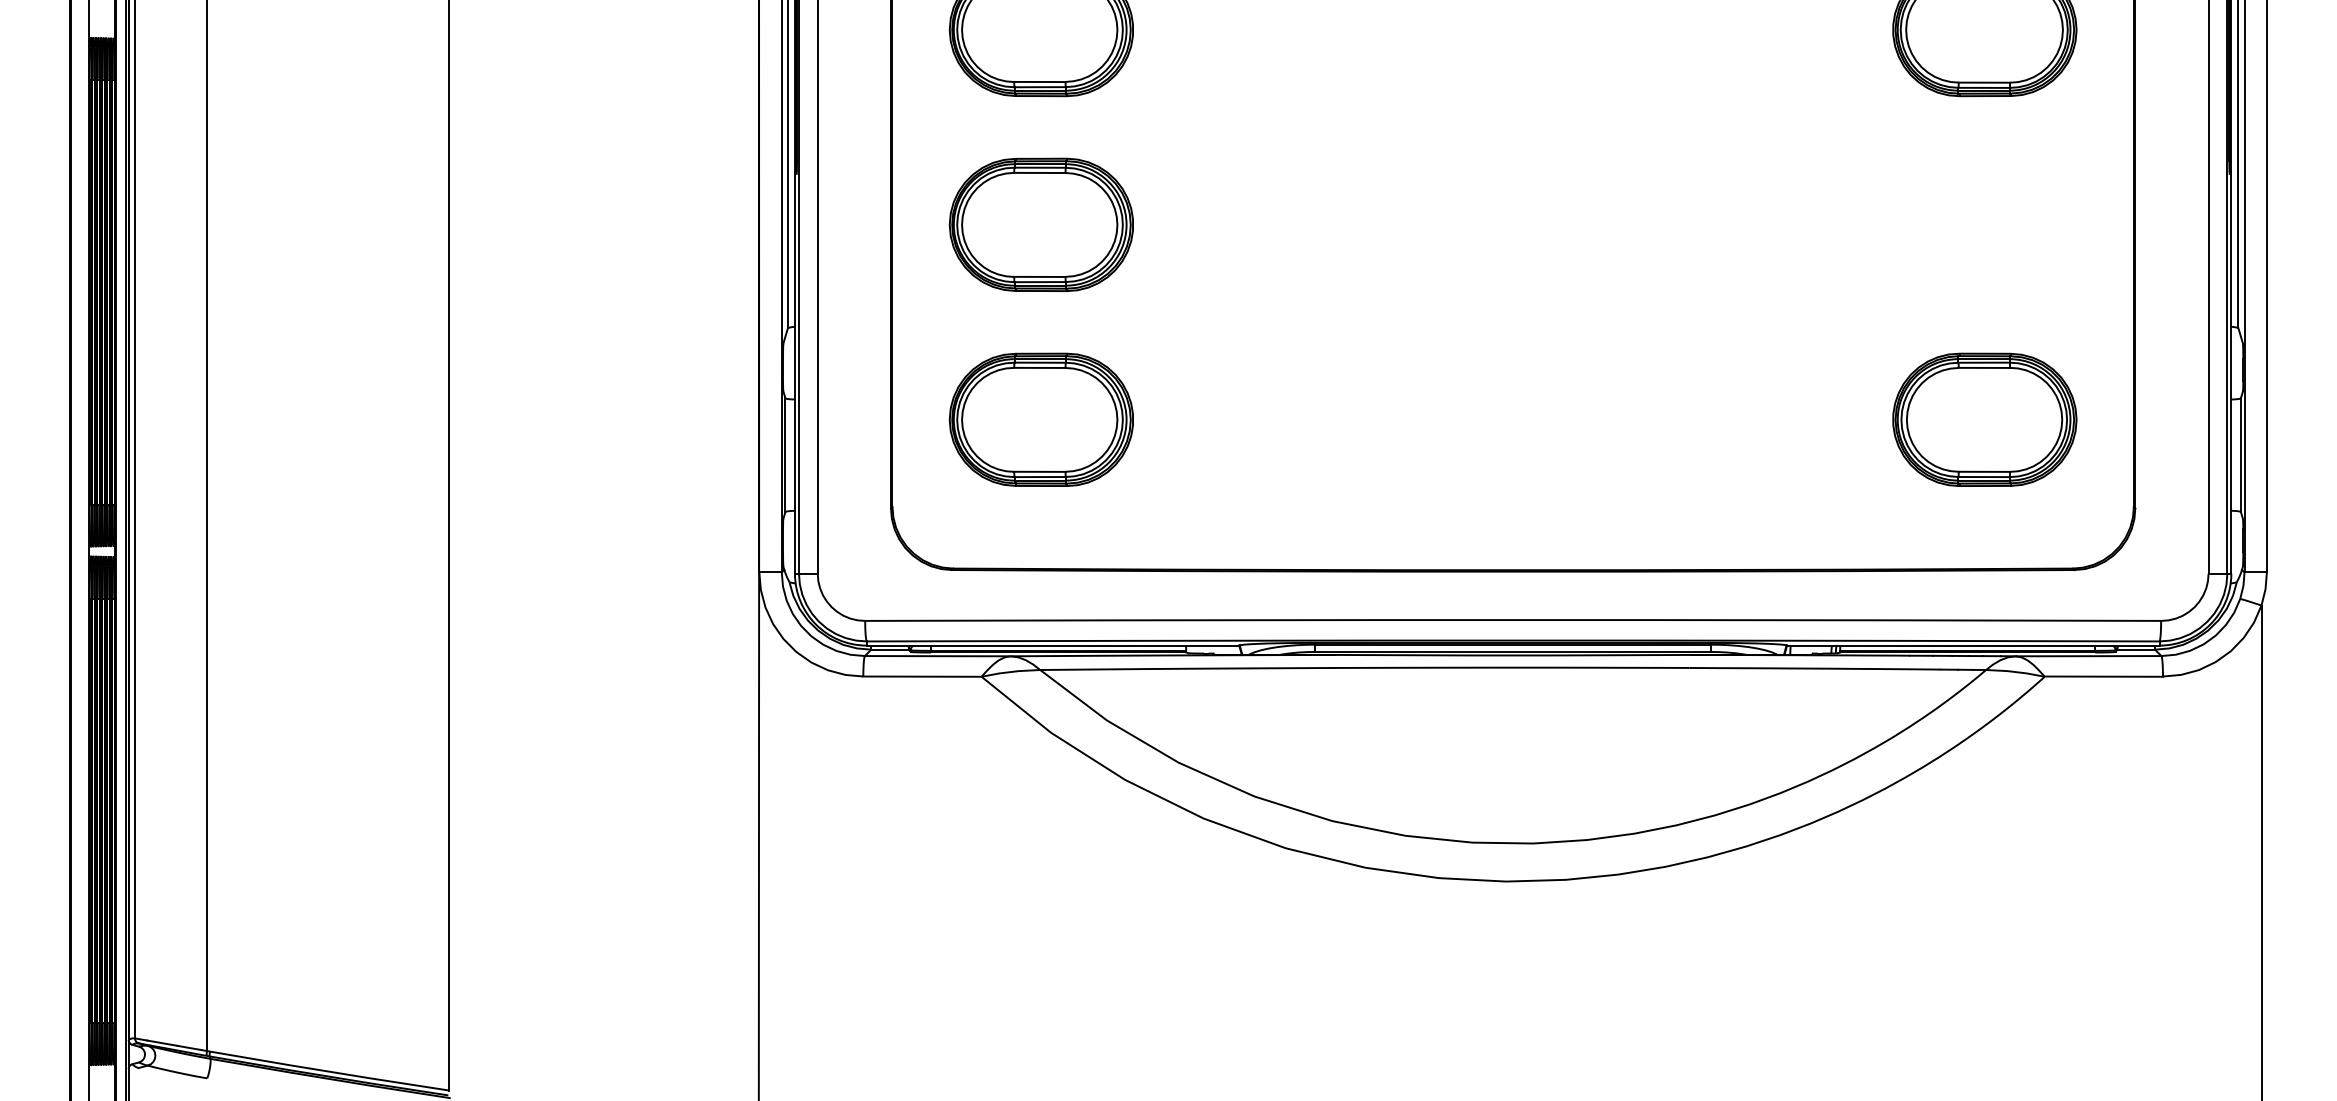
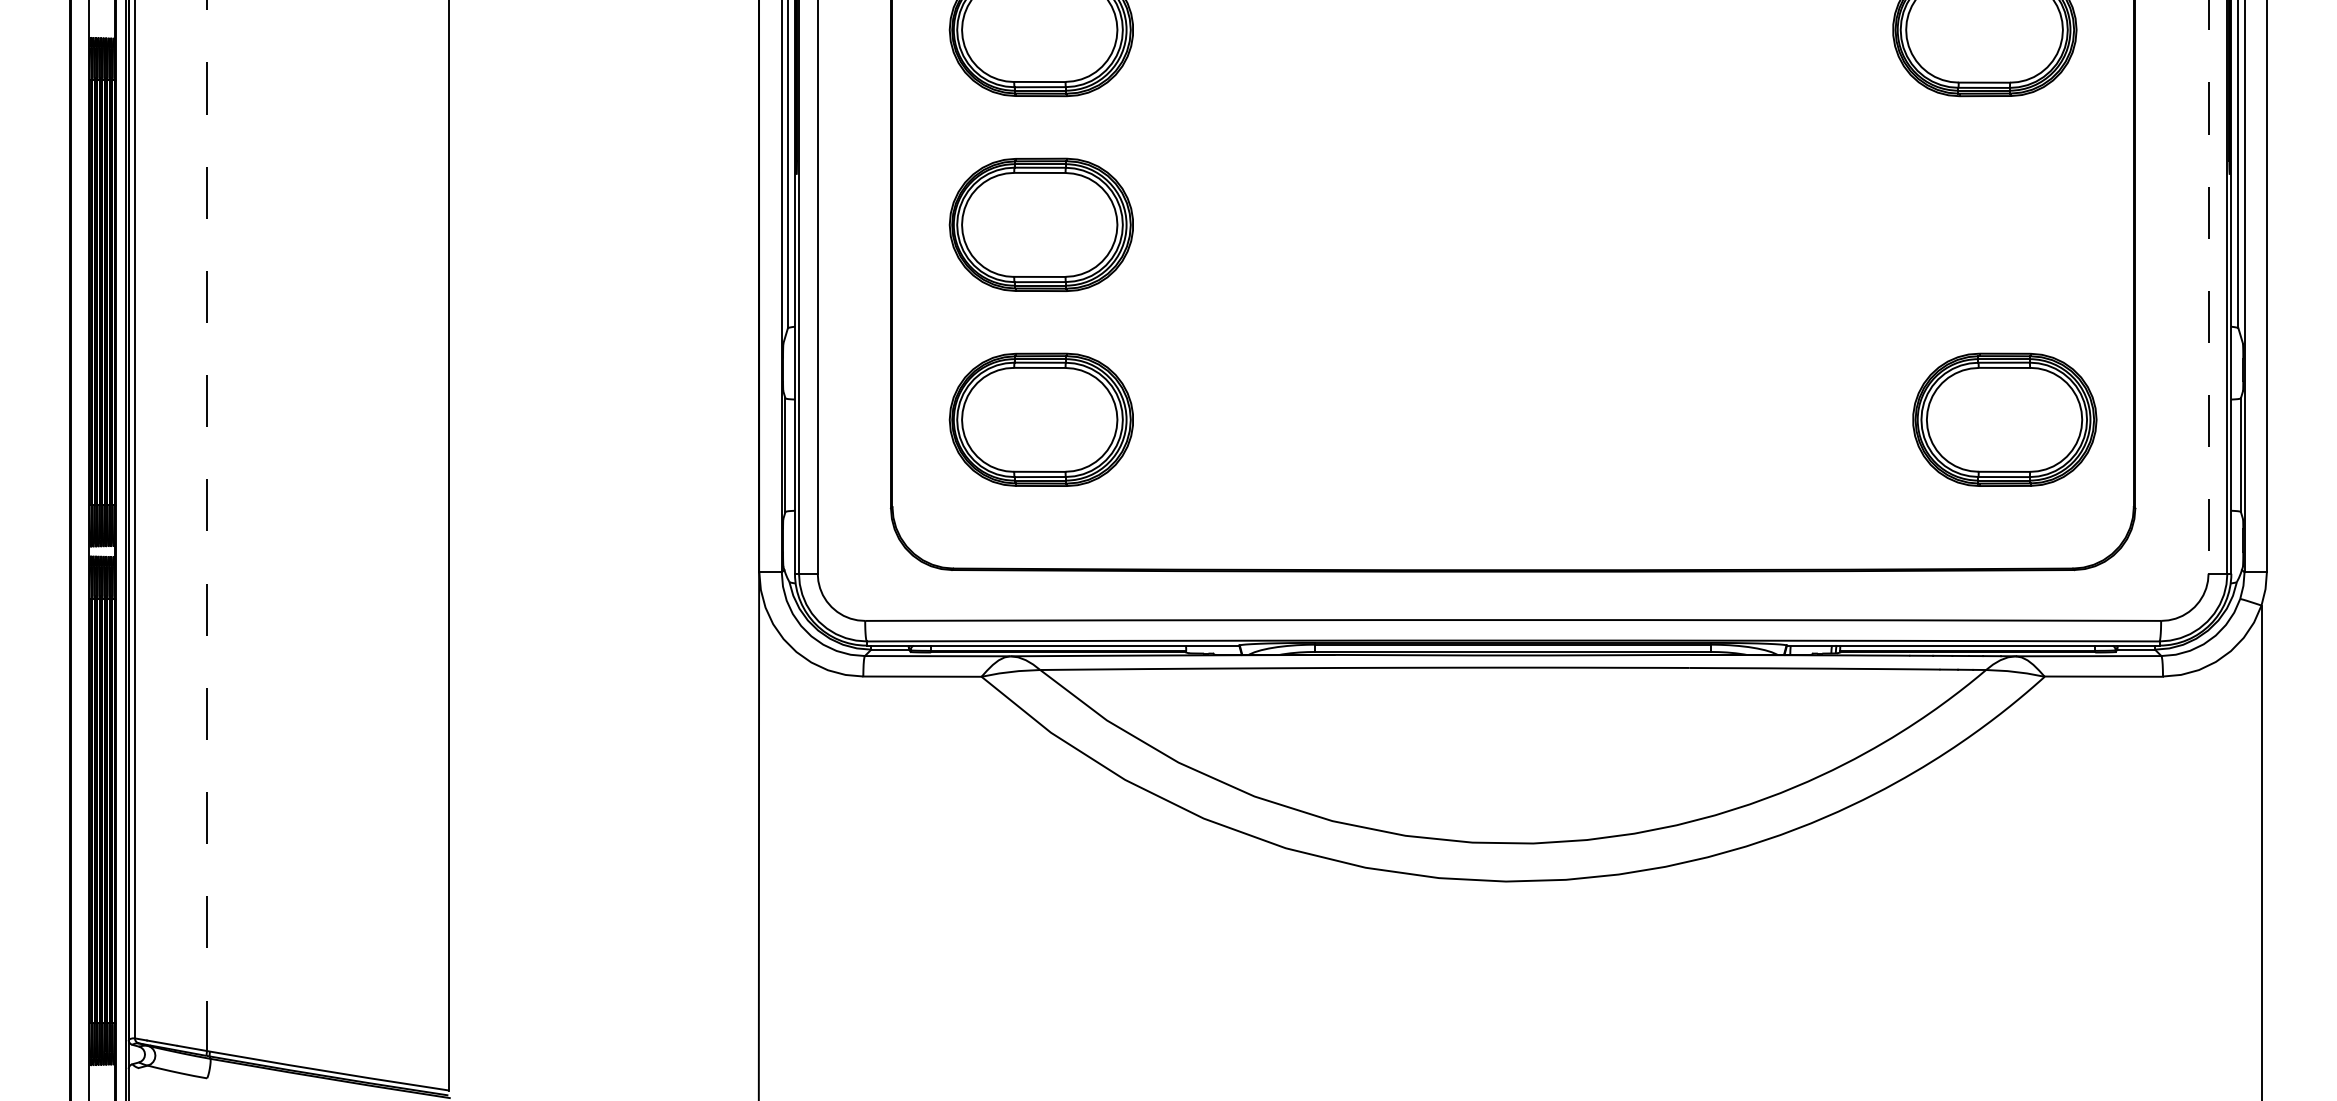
line at (2208, 287): solid -> dashed
part at (1984, 419) position: (1984, 419) -> (2004, 419)
line at (207, 526): solid -> dashed
